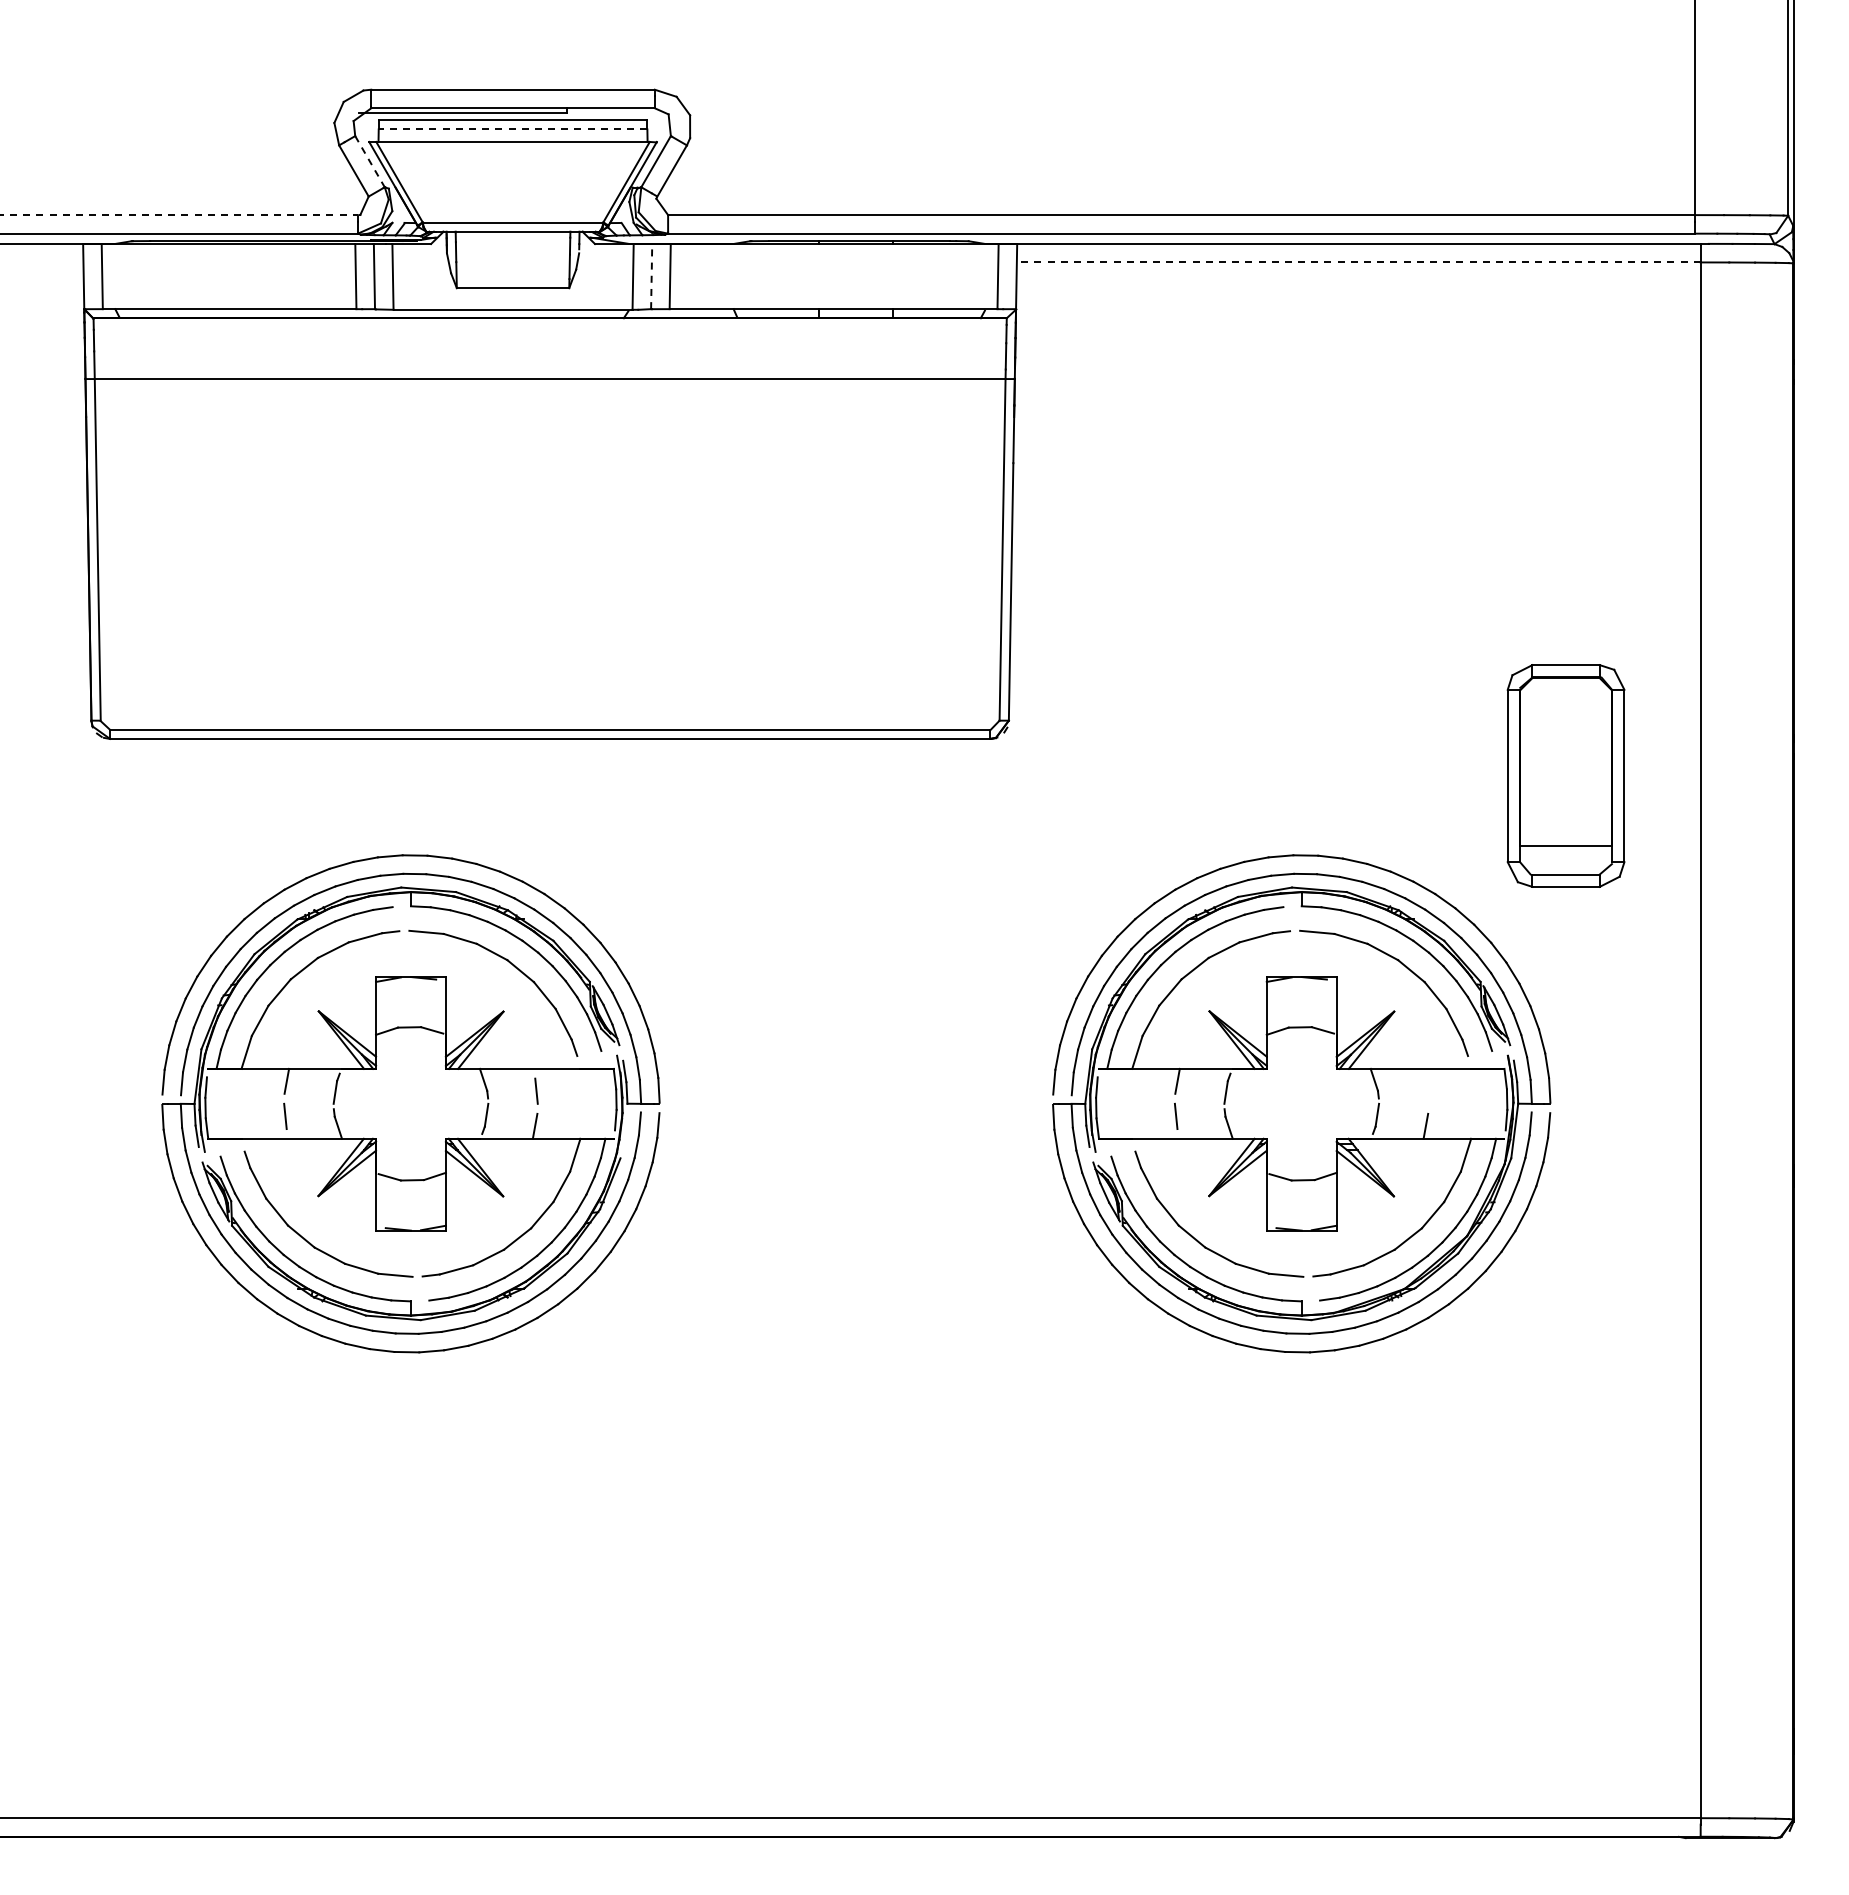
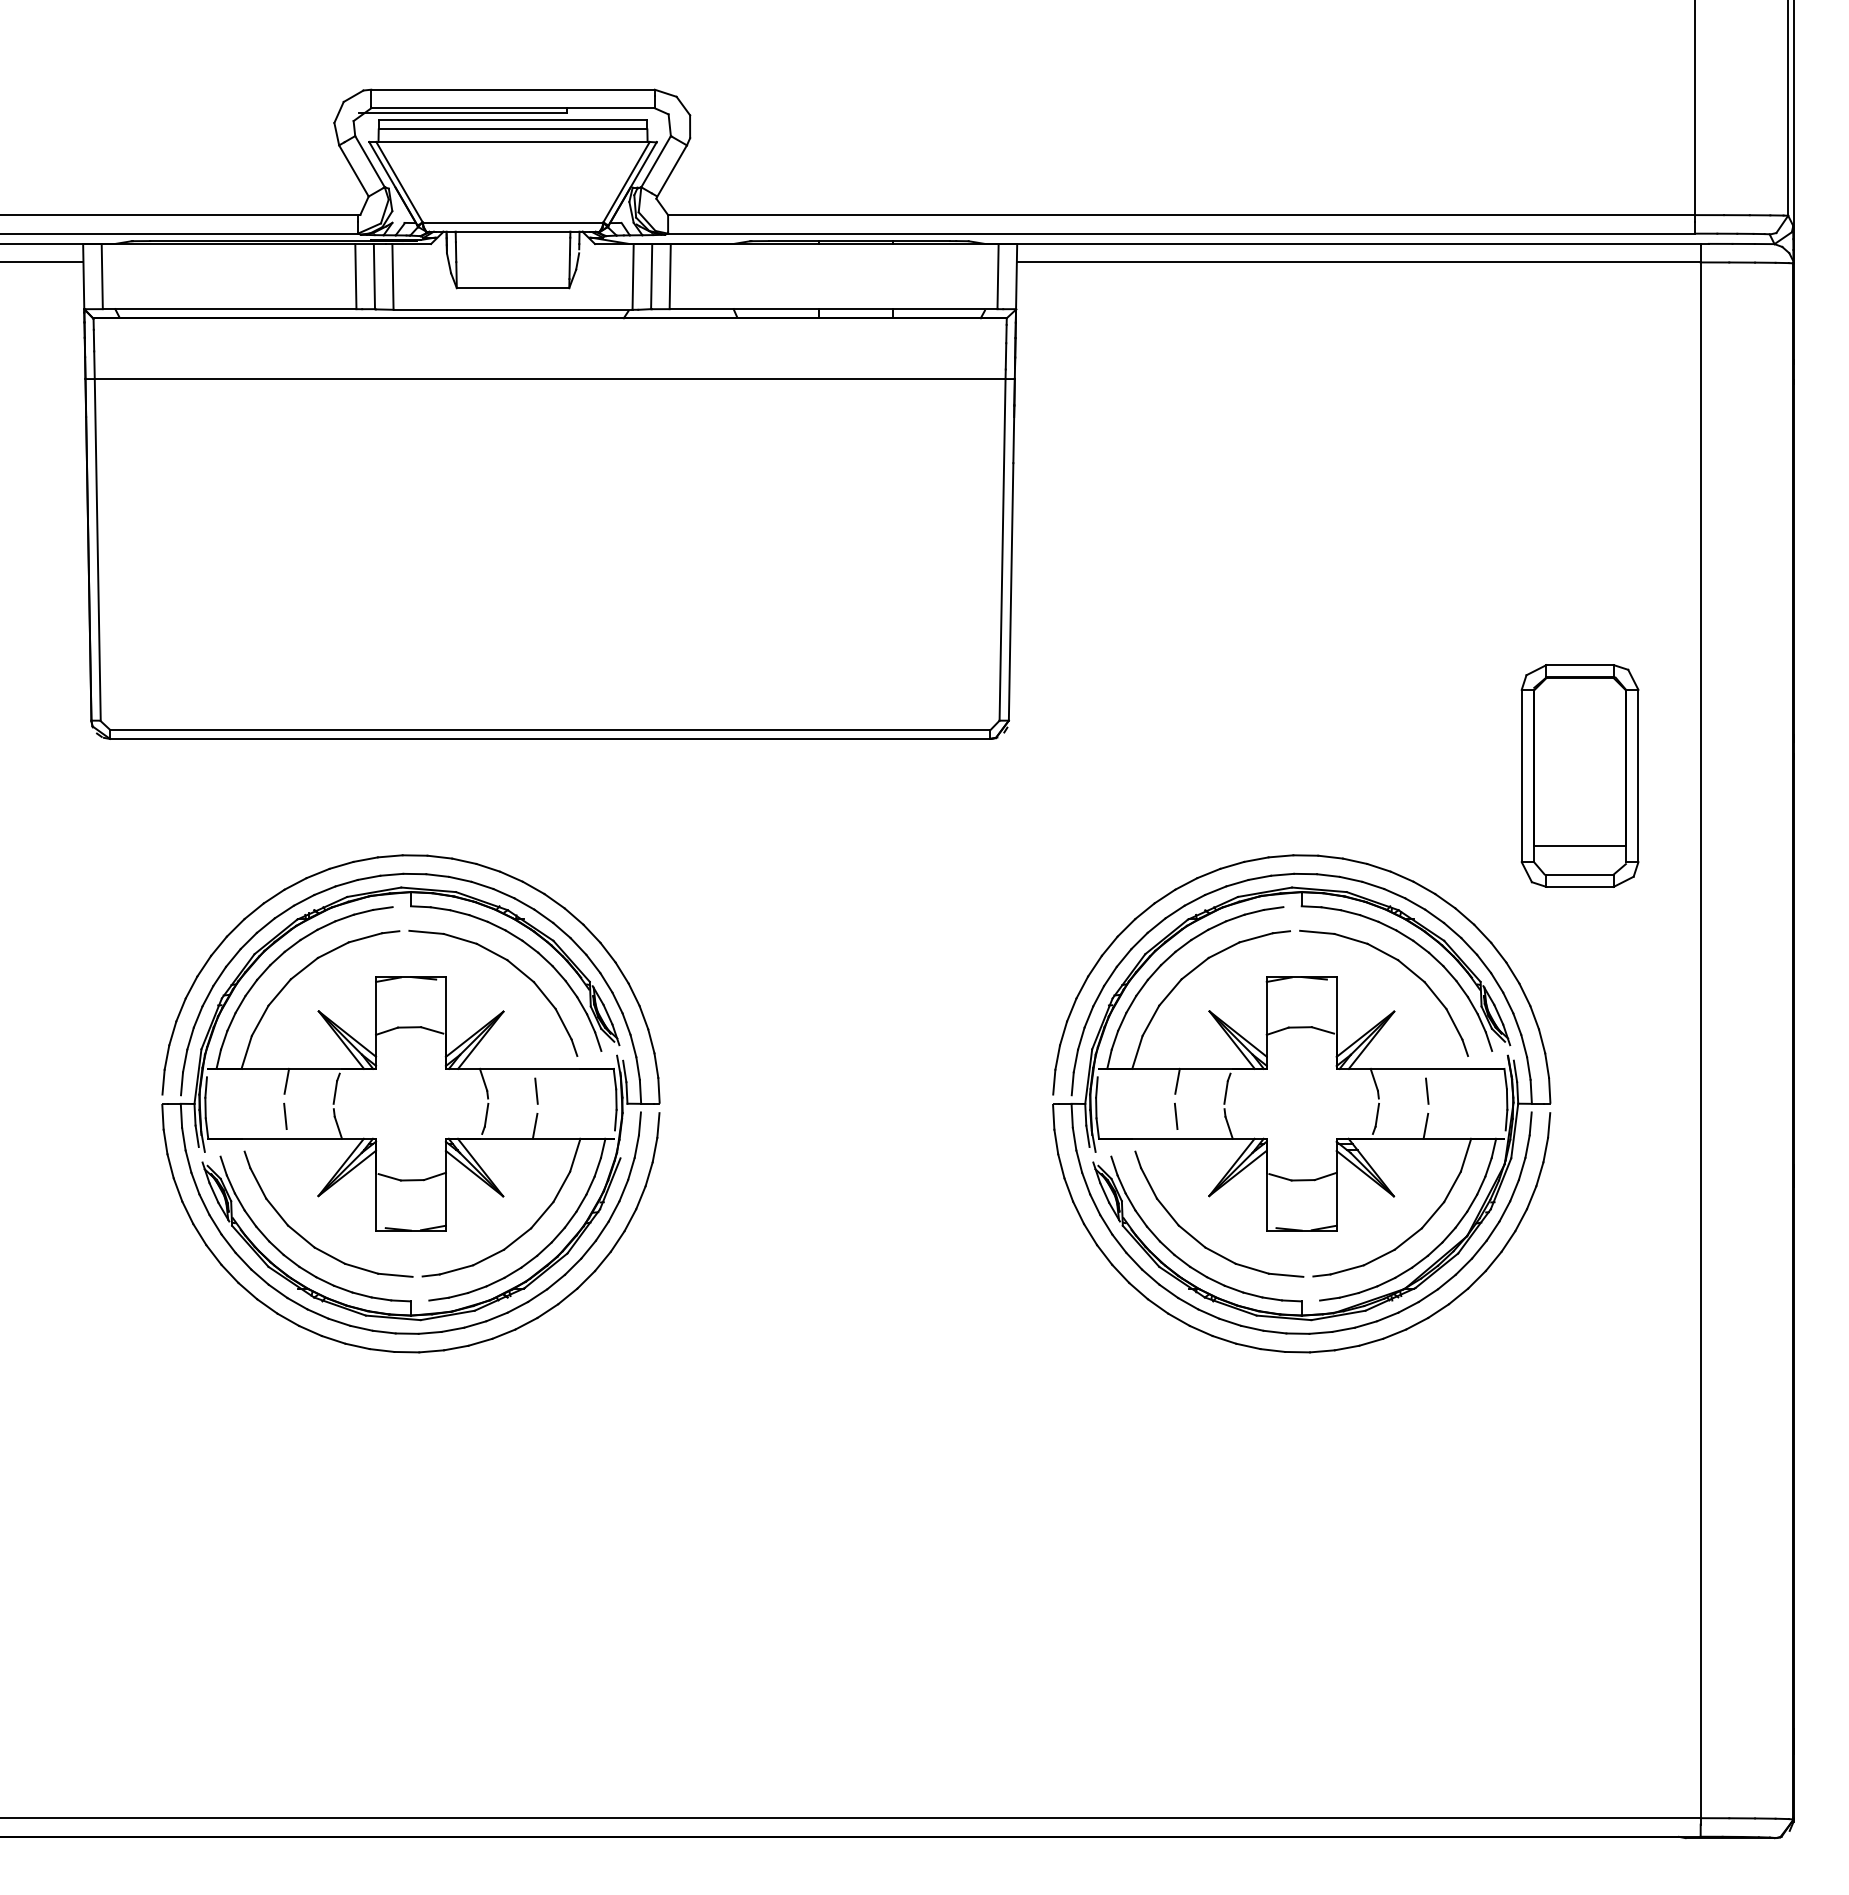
line at (512, 129): dashed -> solid
line at (370, 161): dashed -> solid
line at (179, 215): dashed -> solid
line at (42, 262): none -> present
line at (1358, 262): dashed -> solid
line at (651, 276): dashed -> solid
part at (1565, 775) position: (1565, 775) -> (1579, 775)
line at (1427, 1090): none -> present
